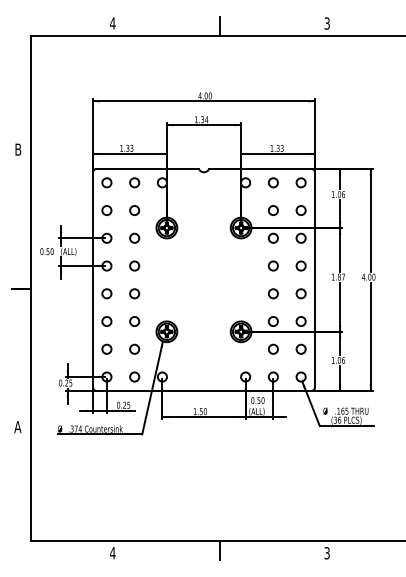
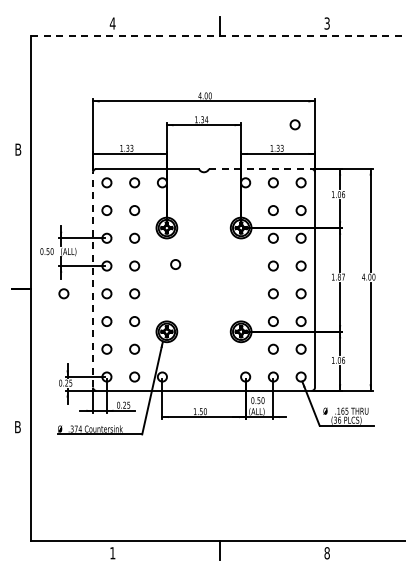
line at (218, 36): solid -> dashed
circle at (294, 124): none -> present
line at (260, 168): solid -> dashed
circle at (175, 264): none -> present
line at (93, 279): solid -> dashed
circle at (63, 293): none -> present
text at (17, 427): A -> B
text at (112, 553): 4 -> 1
text at (326, 553): 3 -> 8
